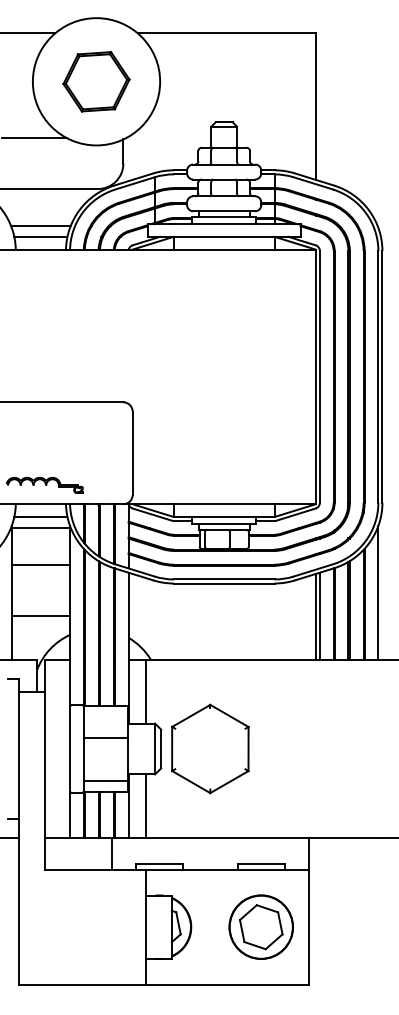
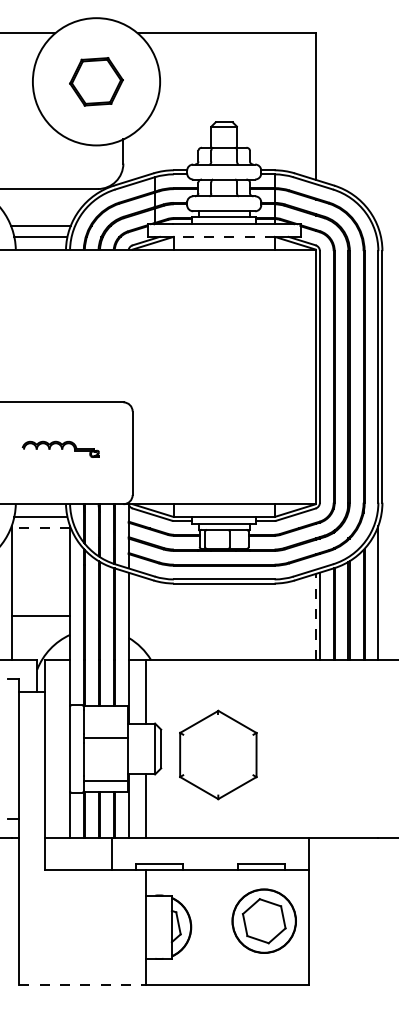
part at (96, 81) size: 69x62 px -> 55x50 px
line at (34, 138): present -> none
line at (224, 236): solid -> dashed
part at (44, 484) position: (44, 484) -> (60, 448)
line at (40, 528): solid -> dashed
line at (40, 564): present -> none
line at (315, 616): solid -> dashed
part at (210, 748) position: (210, 748) -> (218, 754)
part at (260, 926) position: (260, 926) -> (263, 920)
line at (82, 984): solid -> dashed
